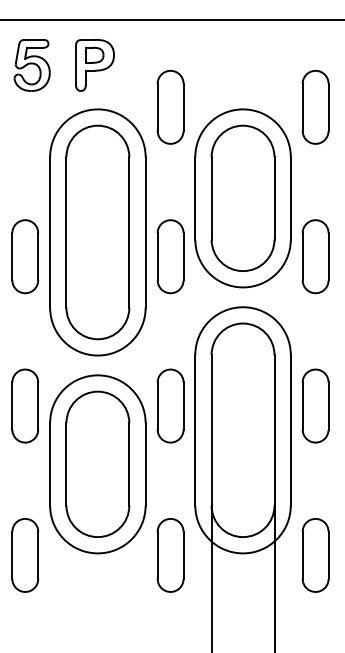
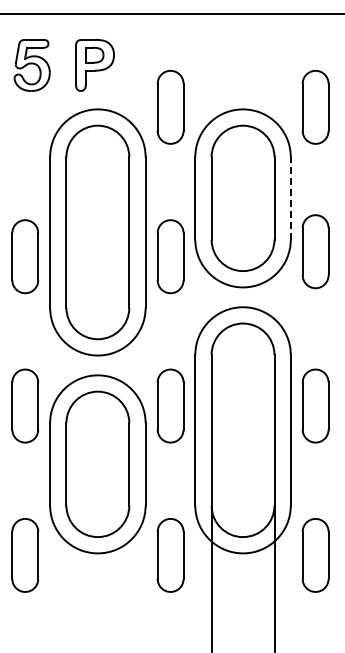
line at (171, 19) position: (171, 19) -> (171, 13)
line at (290, 197): solid -> dashed
part at (315, 256) position: (315, 256) -> (315, 251)
